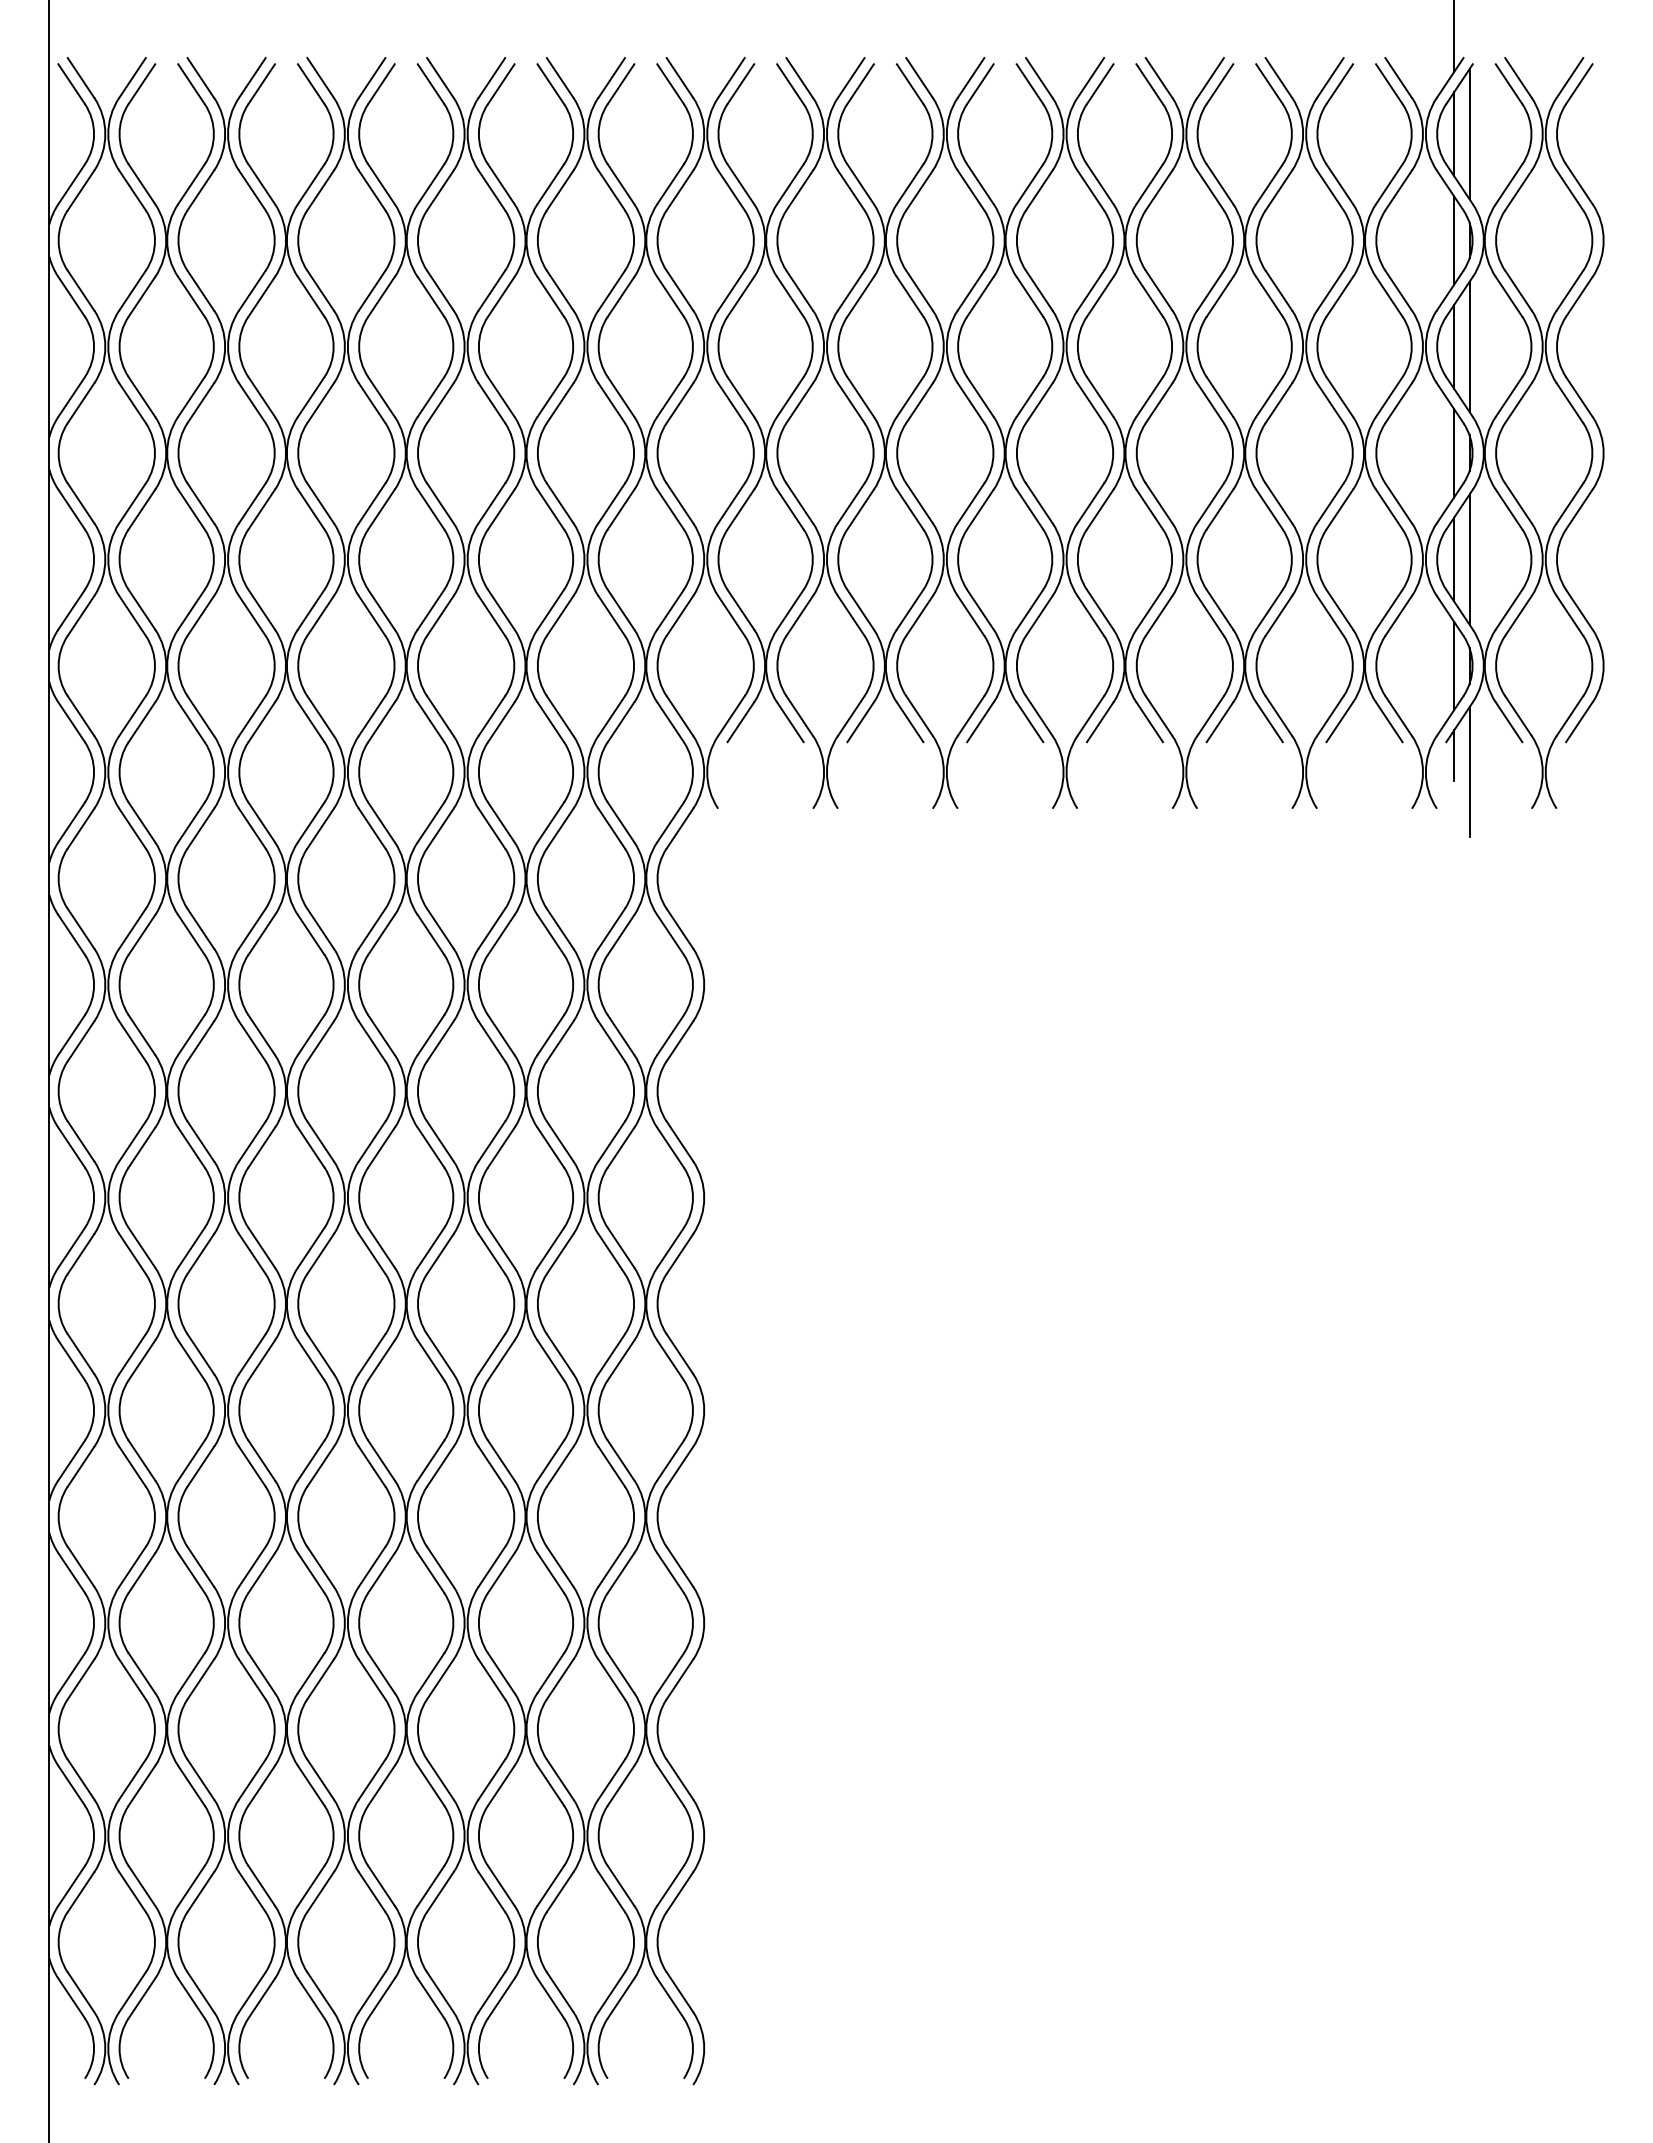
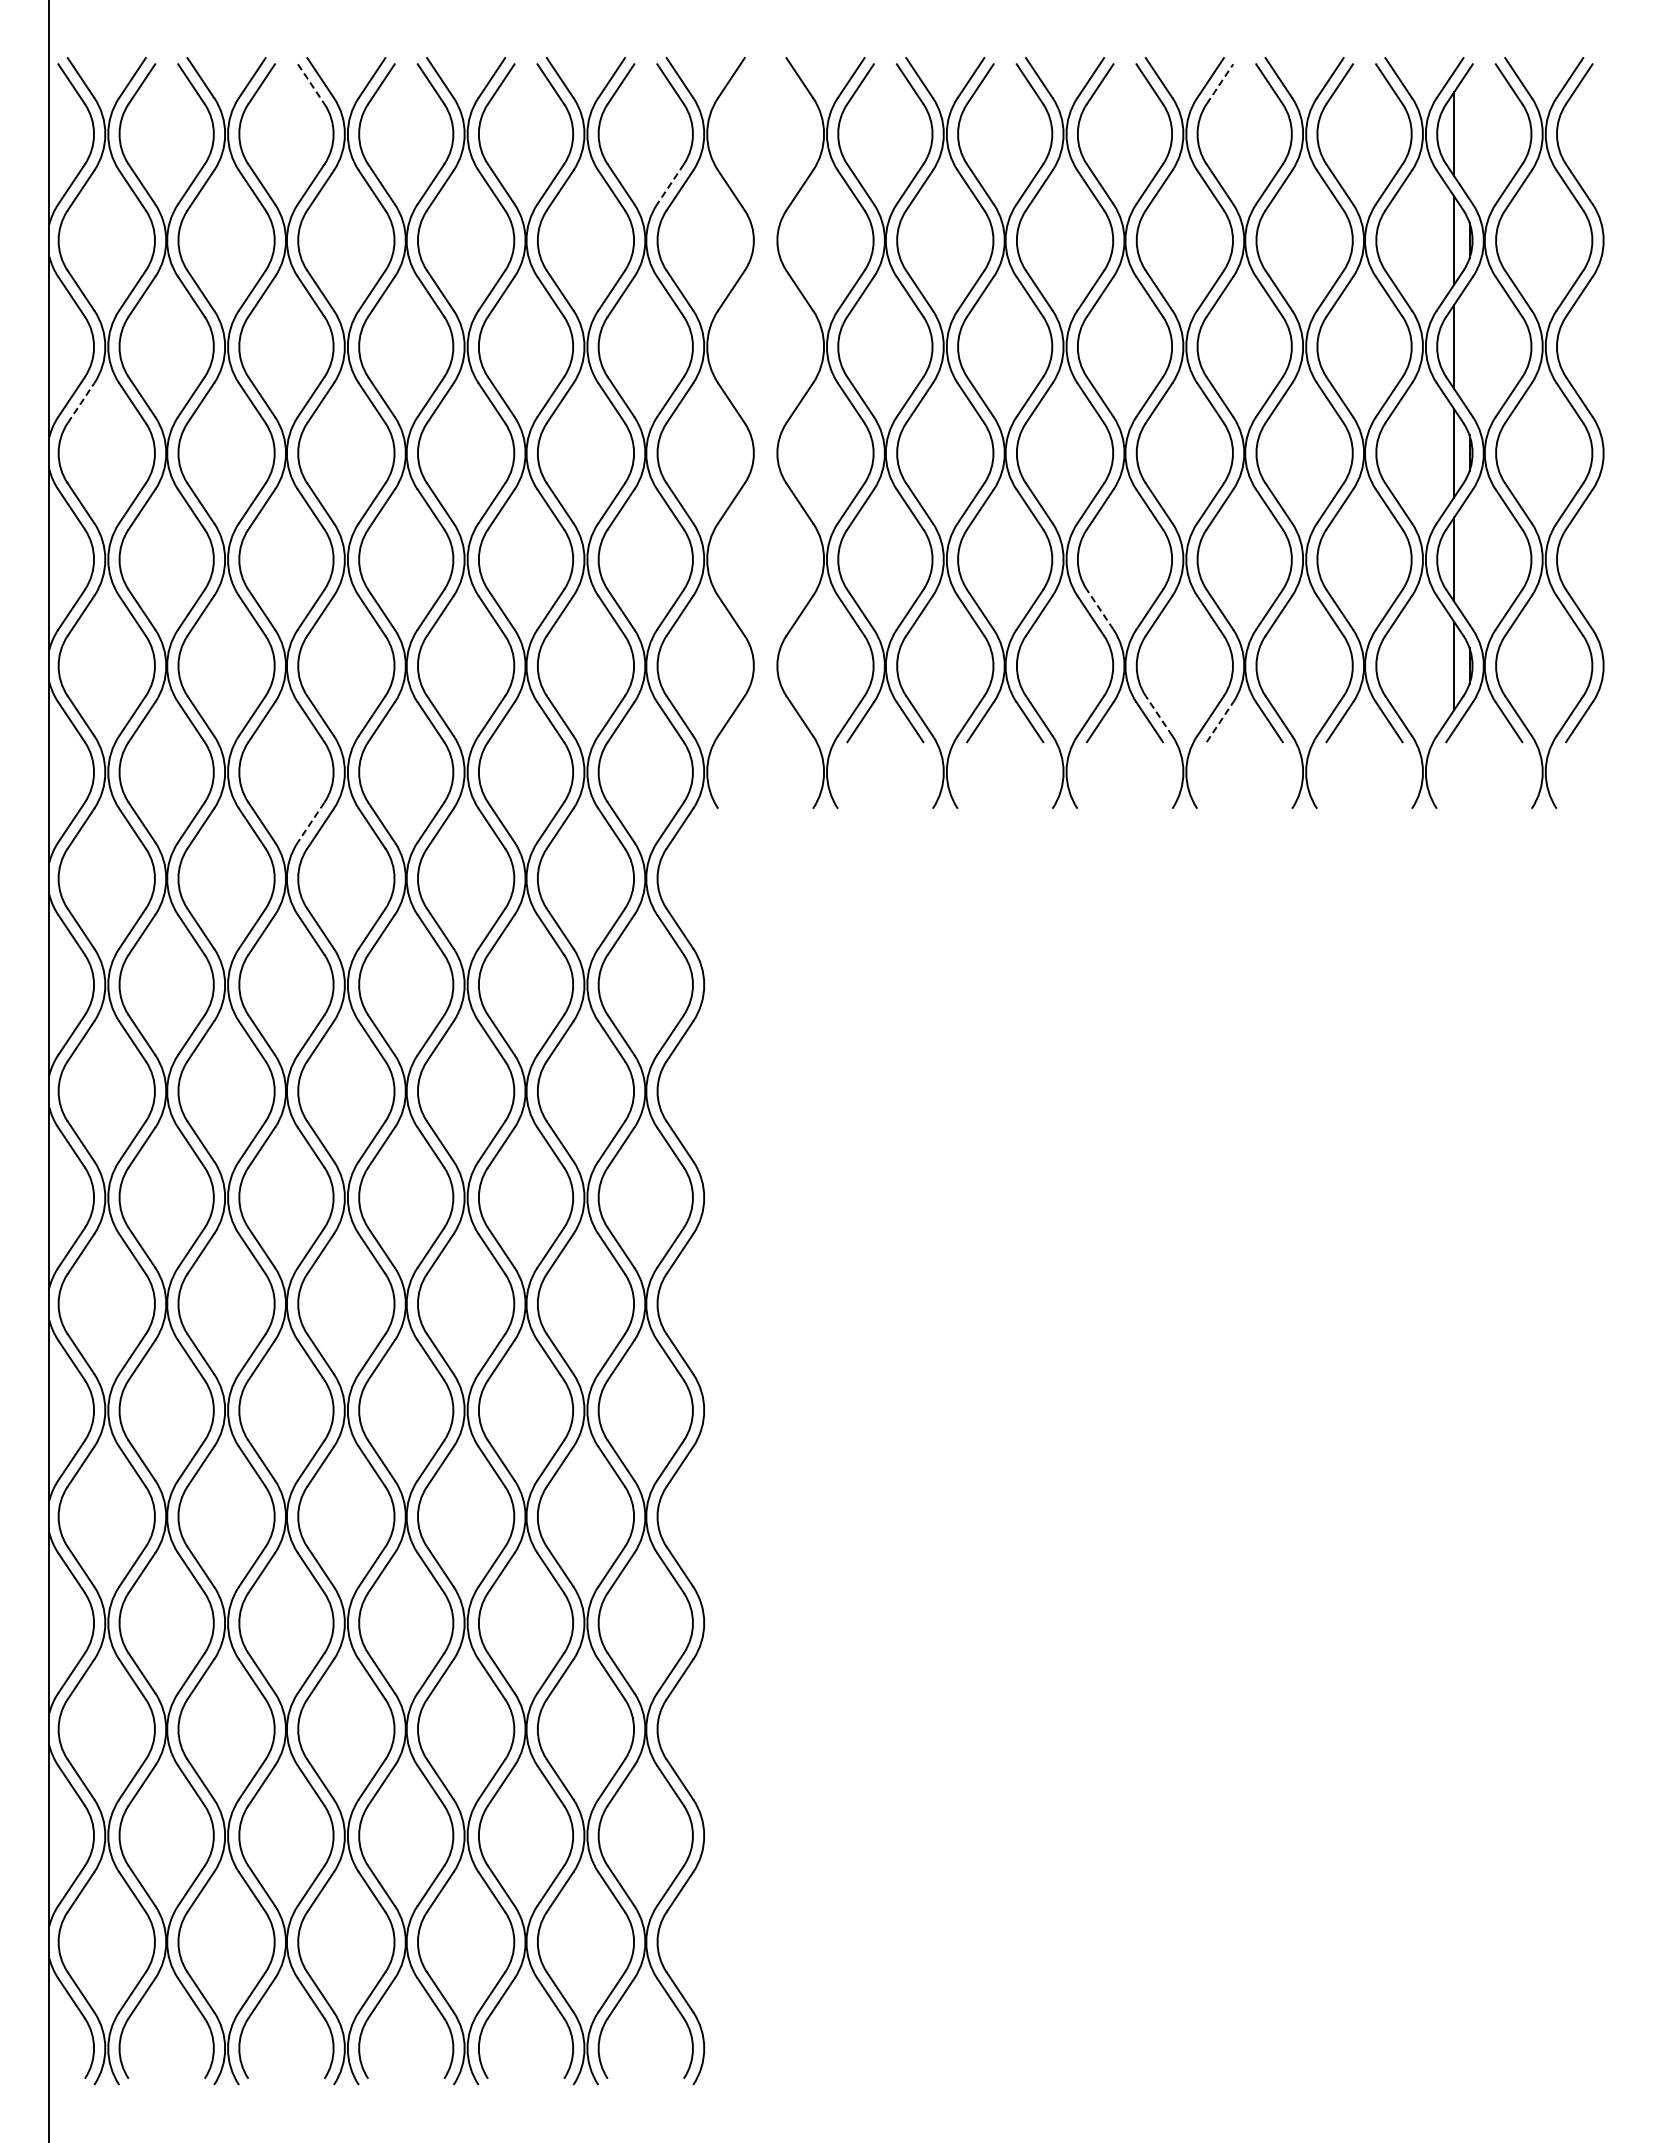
line at (1454, 37): present -> none
line at (311, 84): solid -> dashed
line at (1219, 84): solid -> dashed
line at (1469, 134): present -> none
line at (670, 184): solid -> dashed
line at (1469, 346): present -> none
line at (81, 403): solid -> dashed
part at (765, 403): present -> none
line at (1469, 559): present -> none
line at (1100, 609): solid -> dashed
line at (1159, 716): solid -> dashed
line at (1219, 722): solid -> dashed
line at (1454, 755): present -> none
line at (1469, 772): present -> none
line at (311, 822): solid -> dashed
